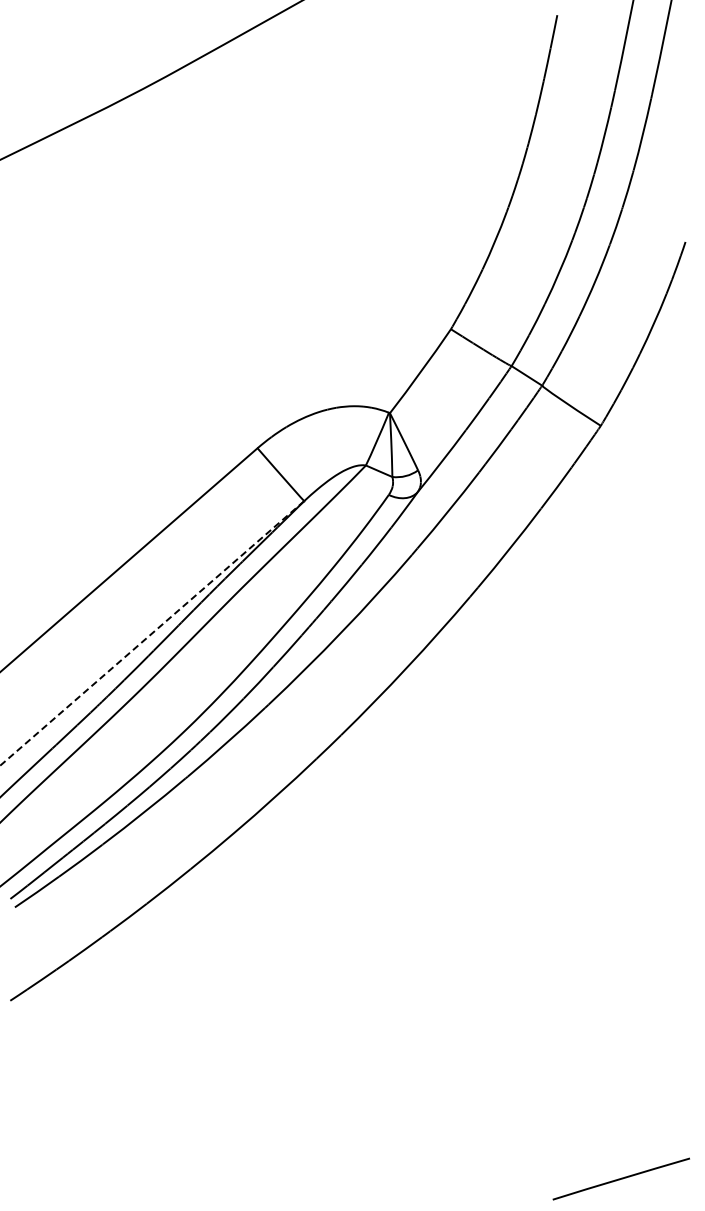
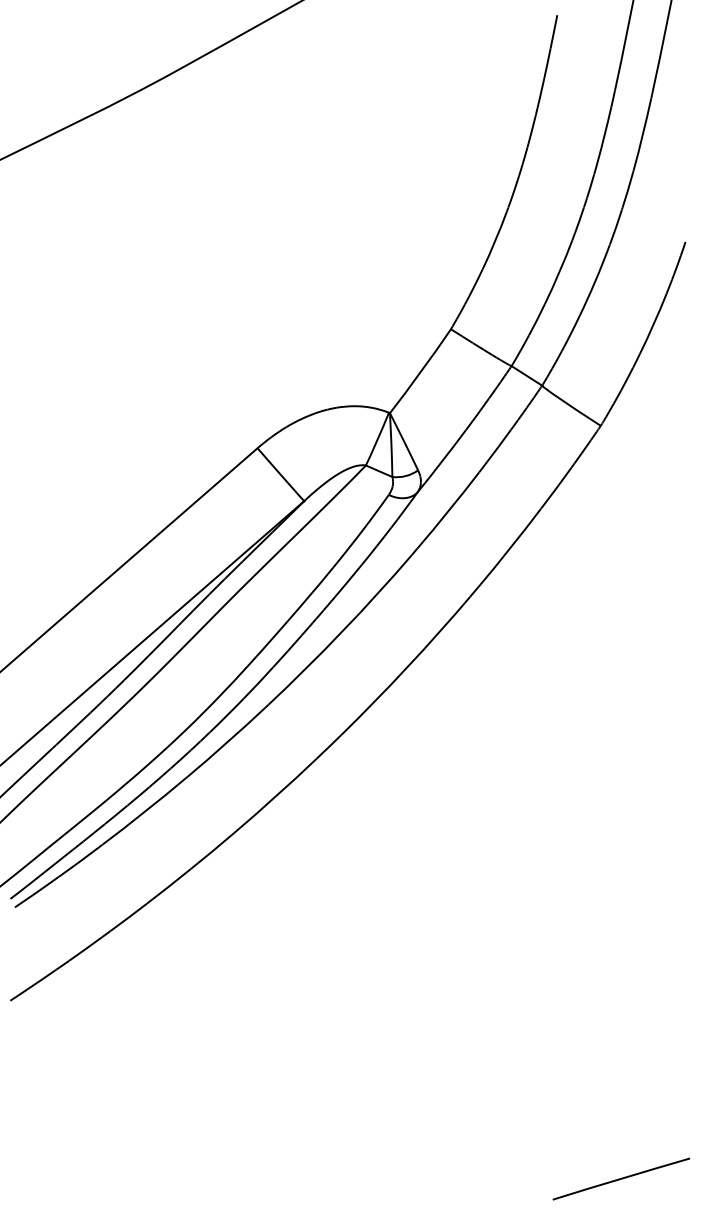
line at (151, 633): dashed -> solid
